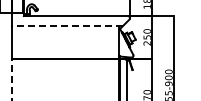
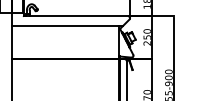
line at (66, 26): dashed -> solid
line at (12, 79): dashed -> solid
